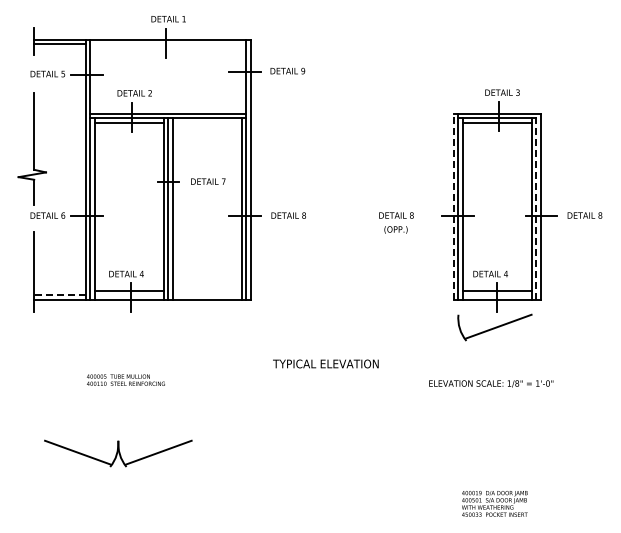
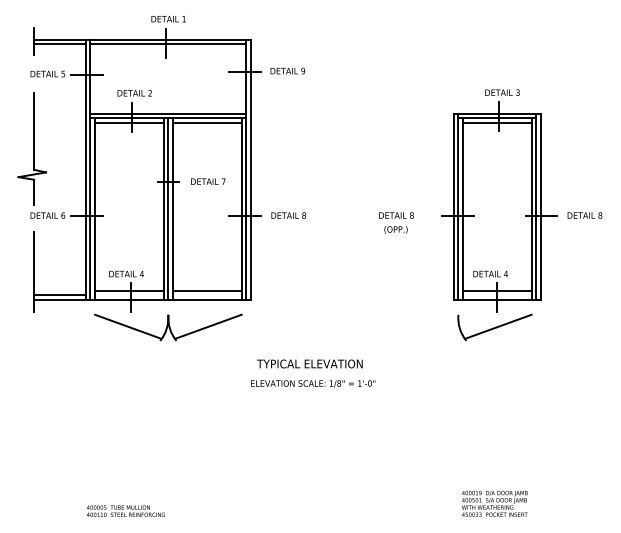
line at (168, 44): none -> present
line at (206, 122): none -> present
line at (453, 206): dashed -> solid
line at (536, 206): dashed -> solid
line at (206, 291): none -> present
line at (60, 295): dashed -> solid
text at (325, 363) position: (325, 363) -> (309, 363)
text at (125, 379) position: (125, 379) -> (125, 510)
text at (491, 383) position: (491, 383) -> (313, 383)
part at (118, 453) position: (118, 453) -> (168, 327)
